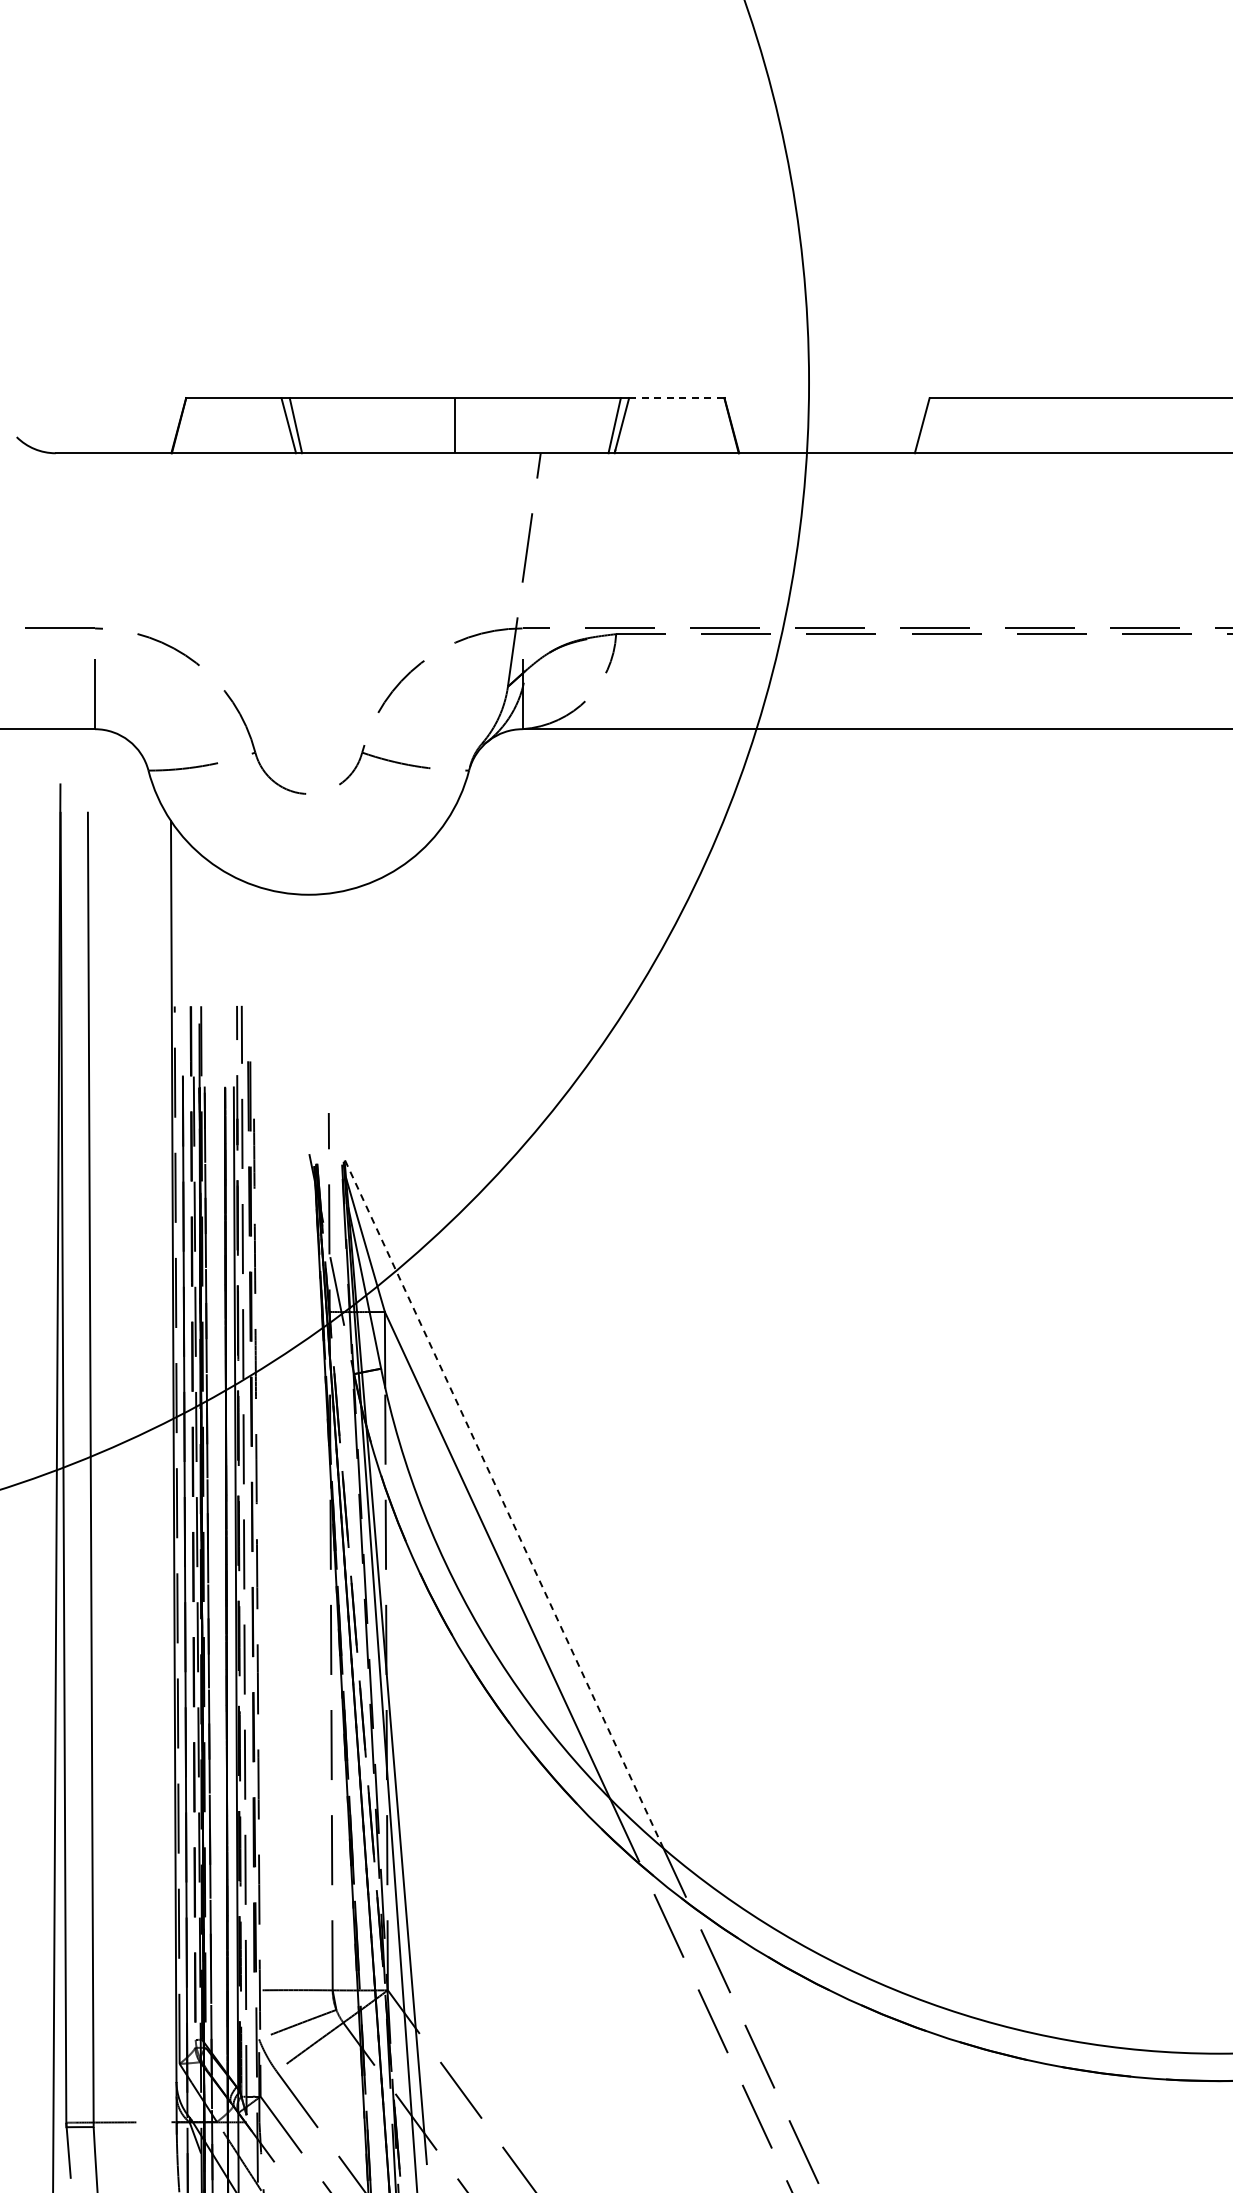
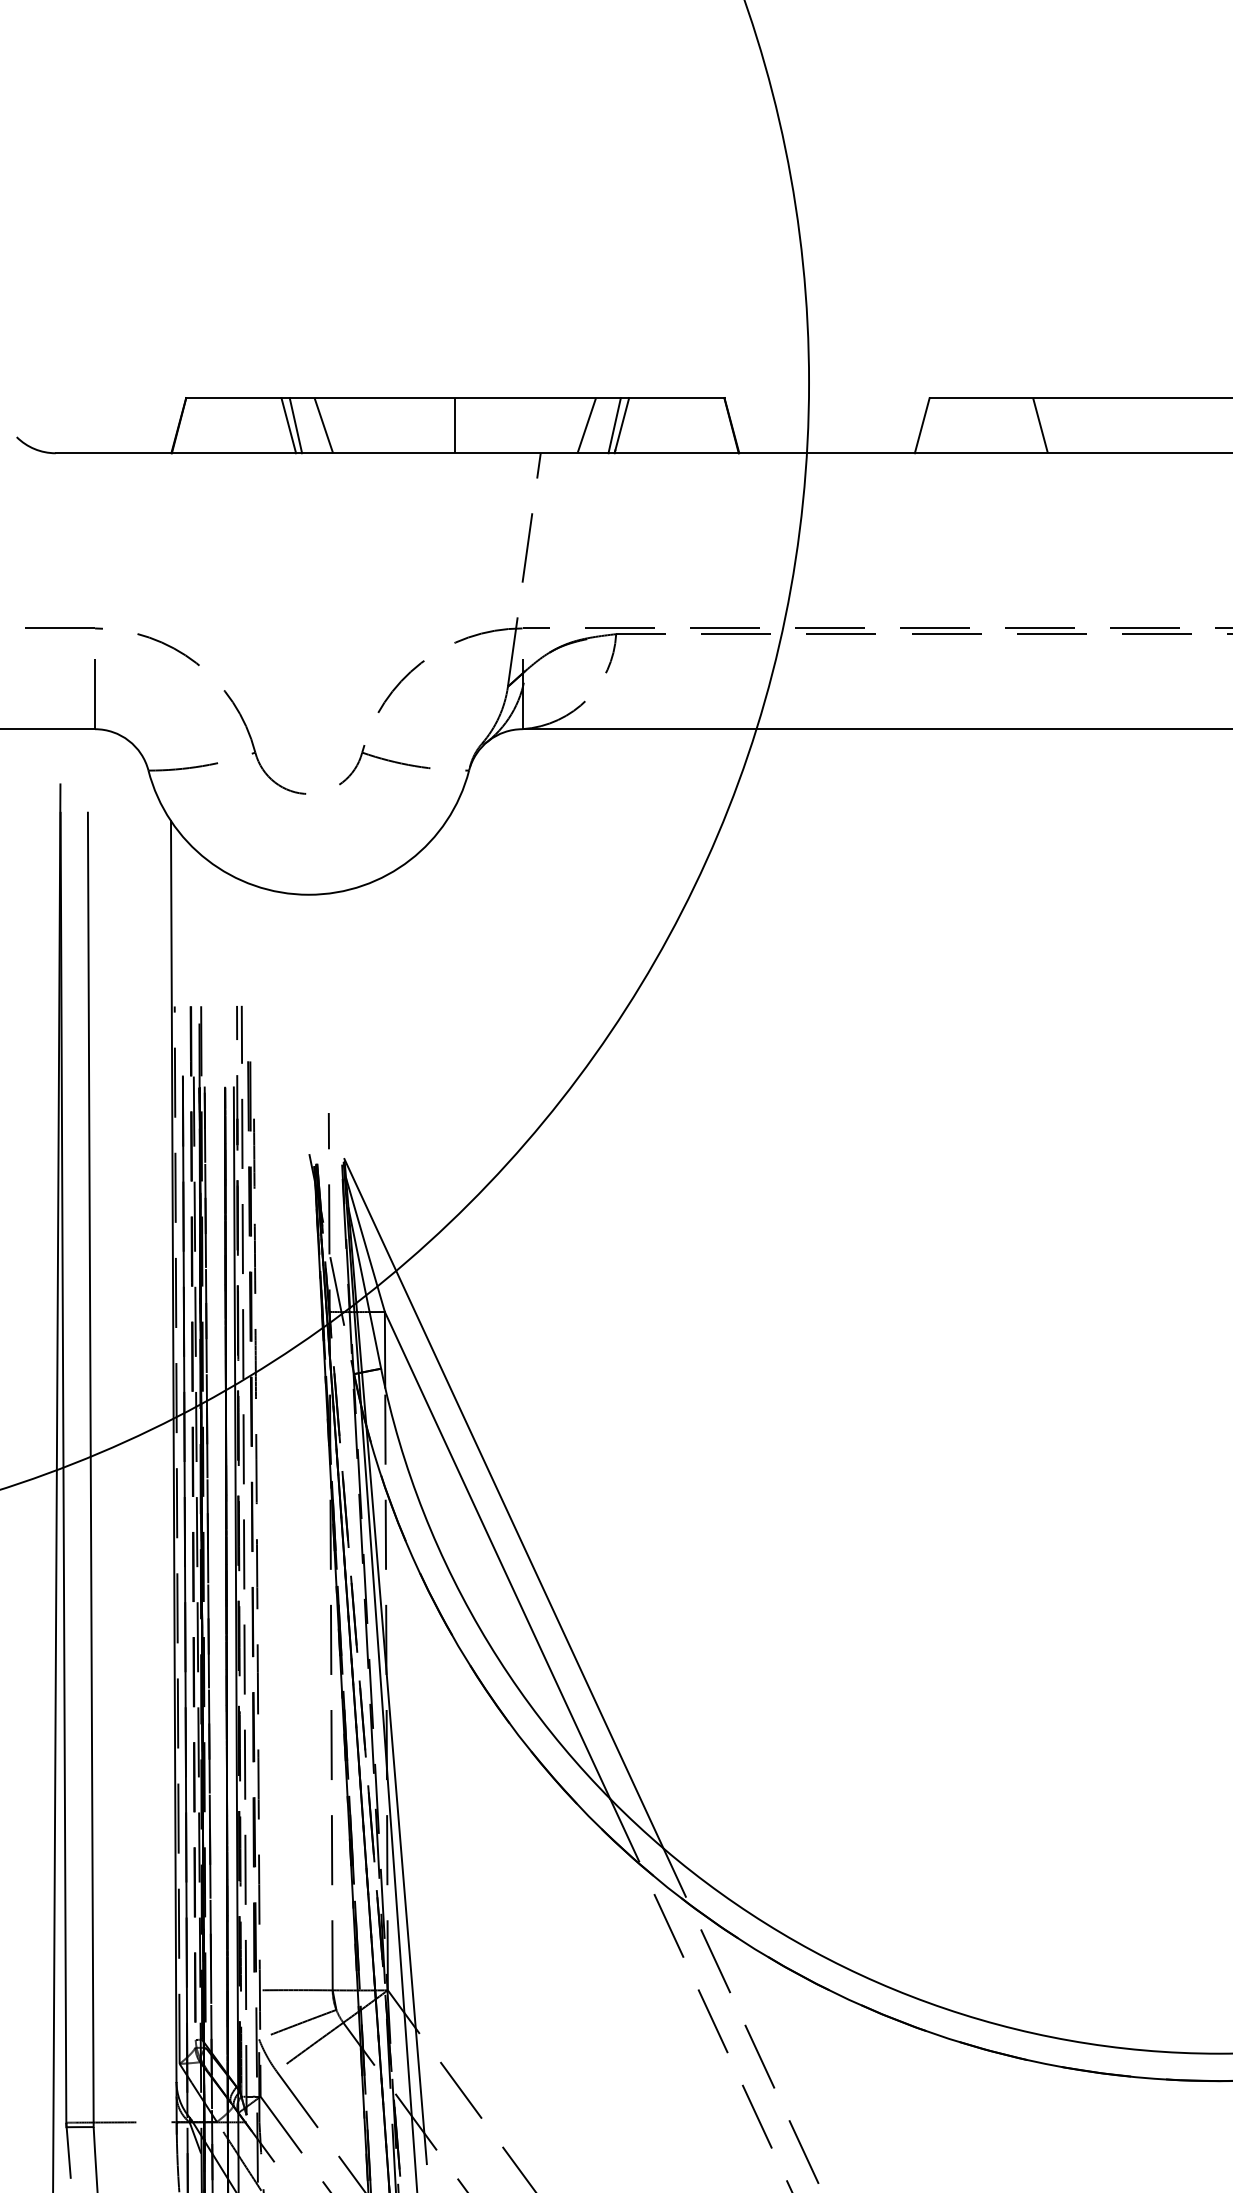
line at (676, 398): dashed -> solid
line at (323, 425): none -> present
line at (586, 425): none -> present
line at (1040, 425): none -> present
line at (503, 1503): dashed -> solid
